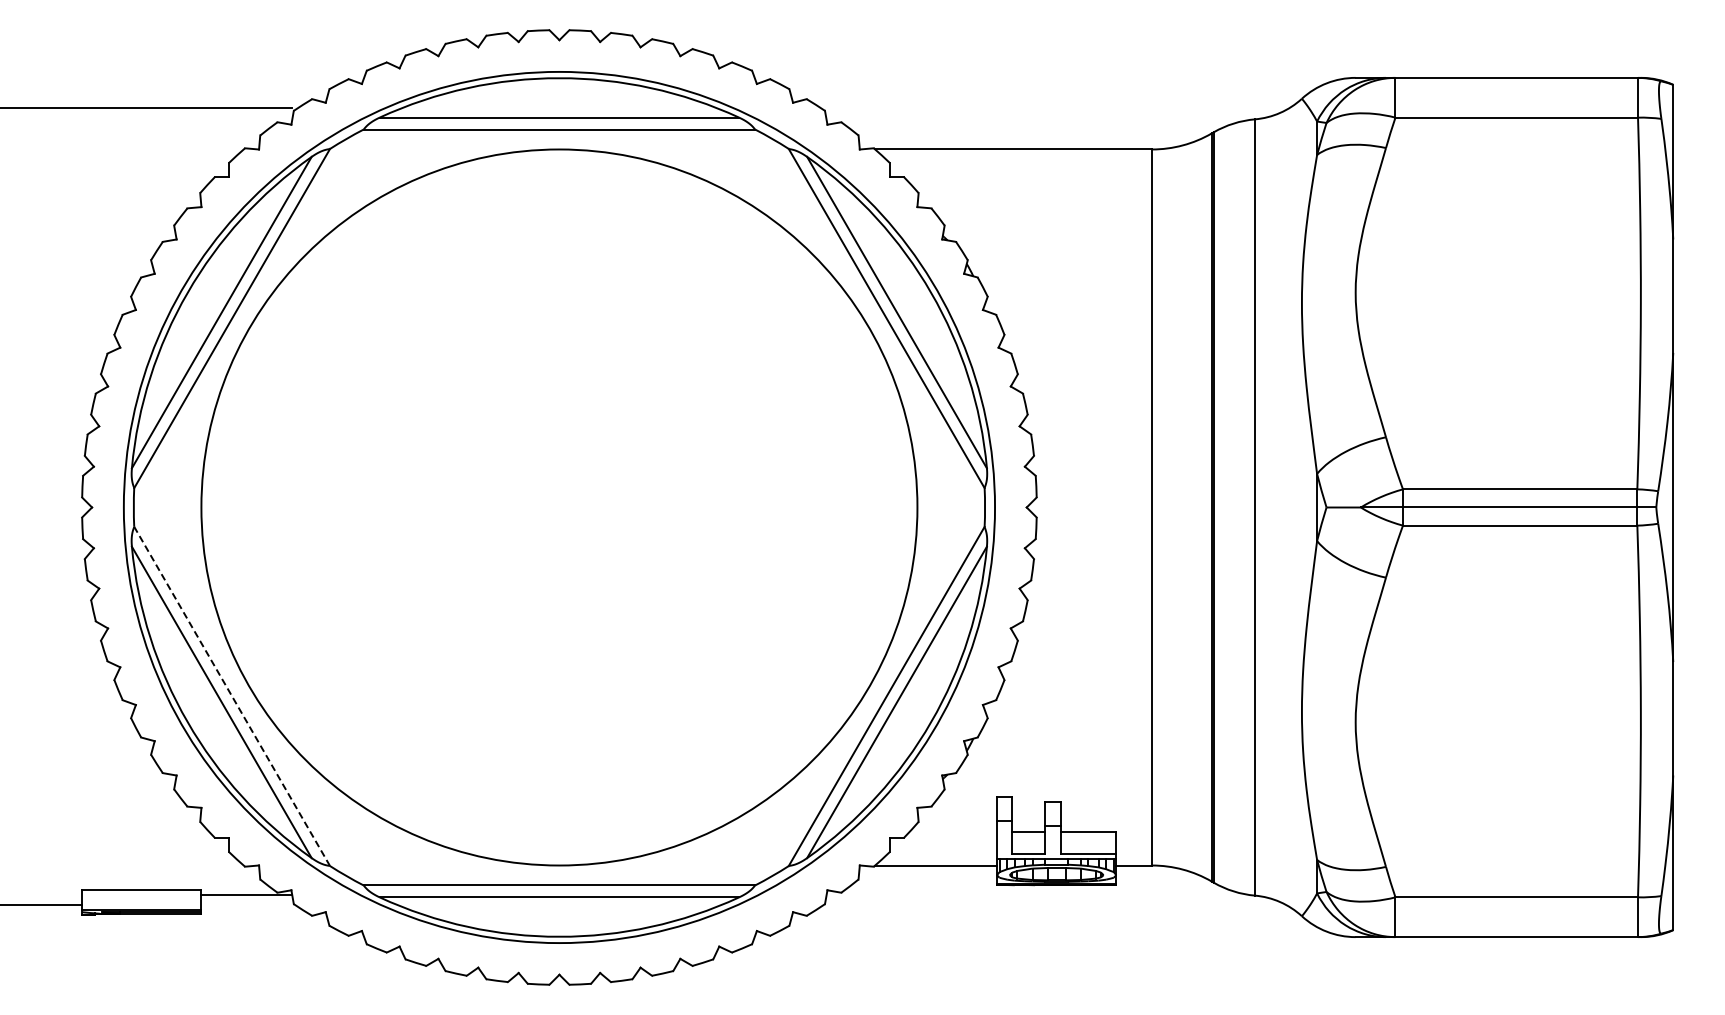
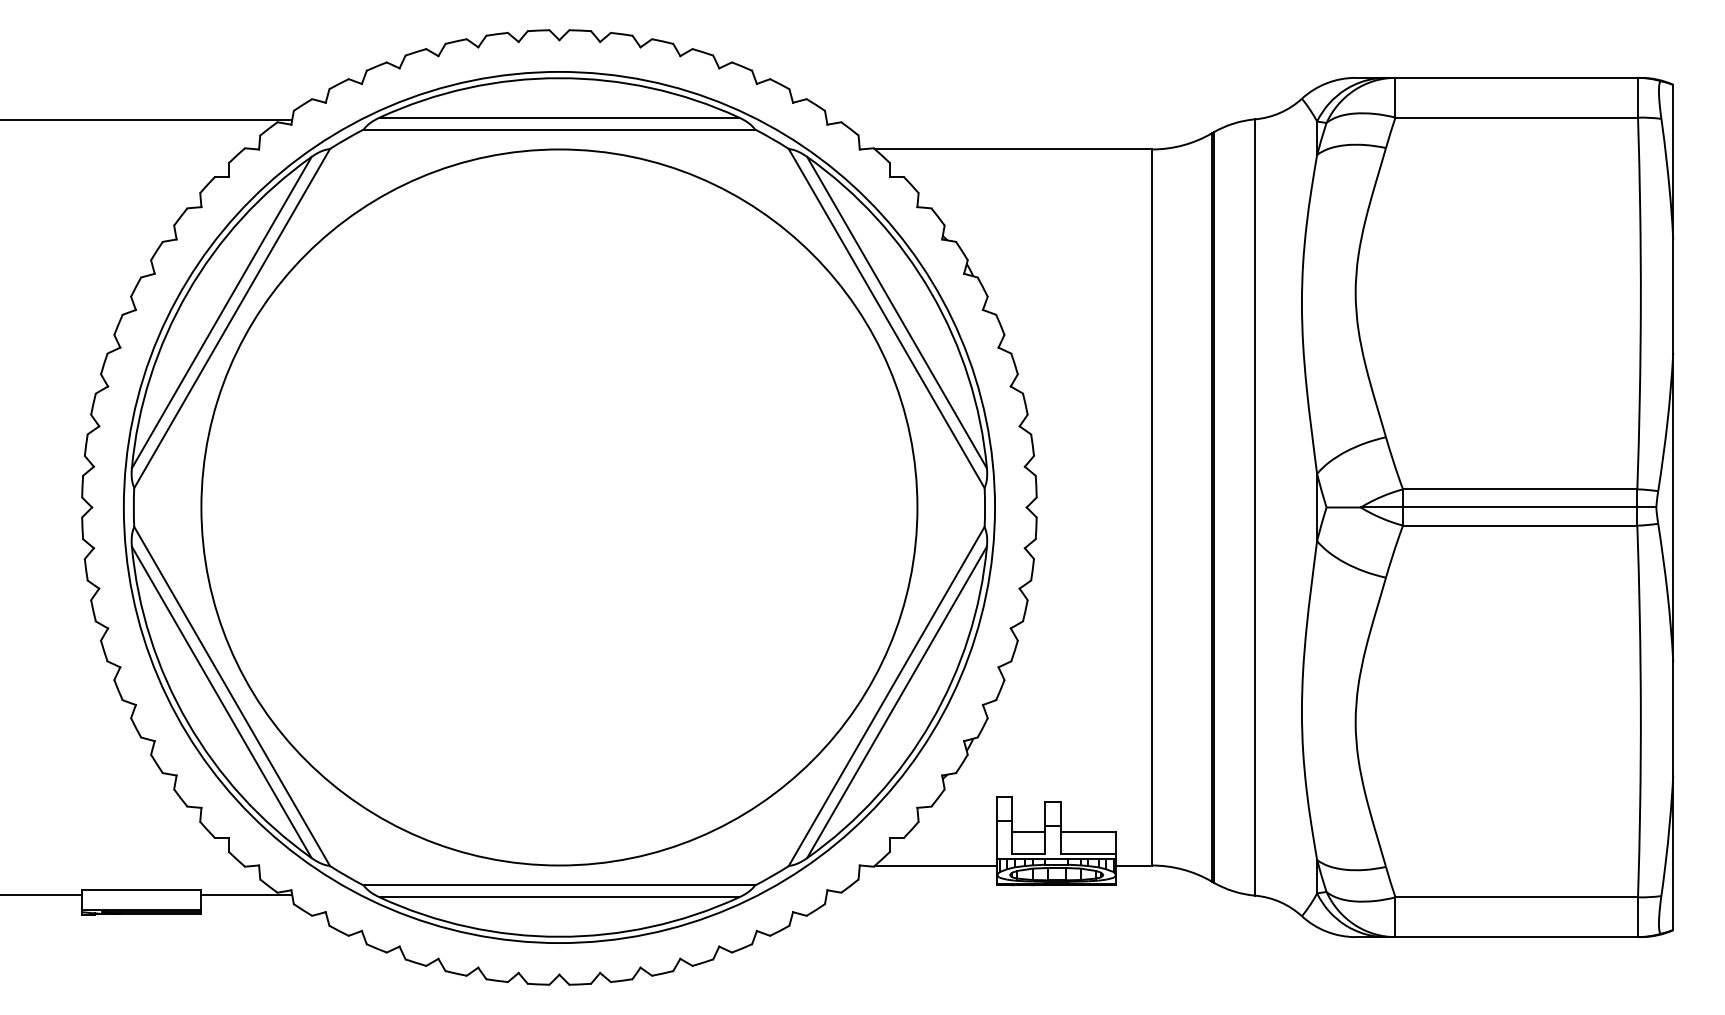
line at (147, 107) position: (147, 107) -> (147, 119)
line at (232, 696): dashed -> solid
line at (42, 905) position: (42, 905) -> (42, 895)
